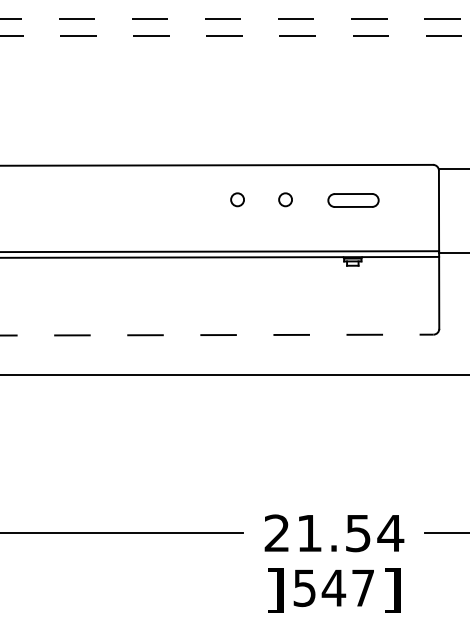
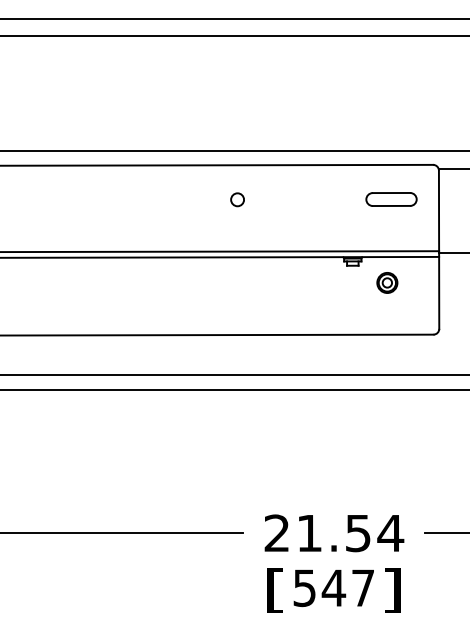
line at (235, 18): dashed -> solid
line at (235, 36): dashed -> solid
line at (234, 151): none -> present
circle at (285, 199): present -> none
part at (353, 200) position: (353, 200) -> (391, 199)
part at (387, 282): none -> present
line at (217, 335): dashed -> solid
line at (234, 389): none -> present
text at (275, 590): ] -> [
